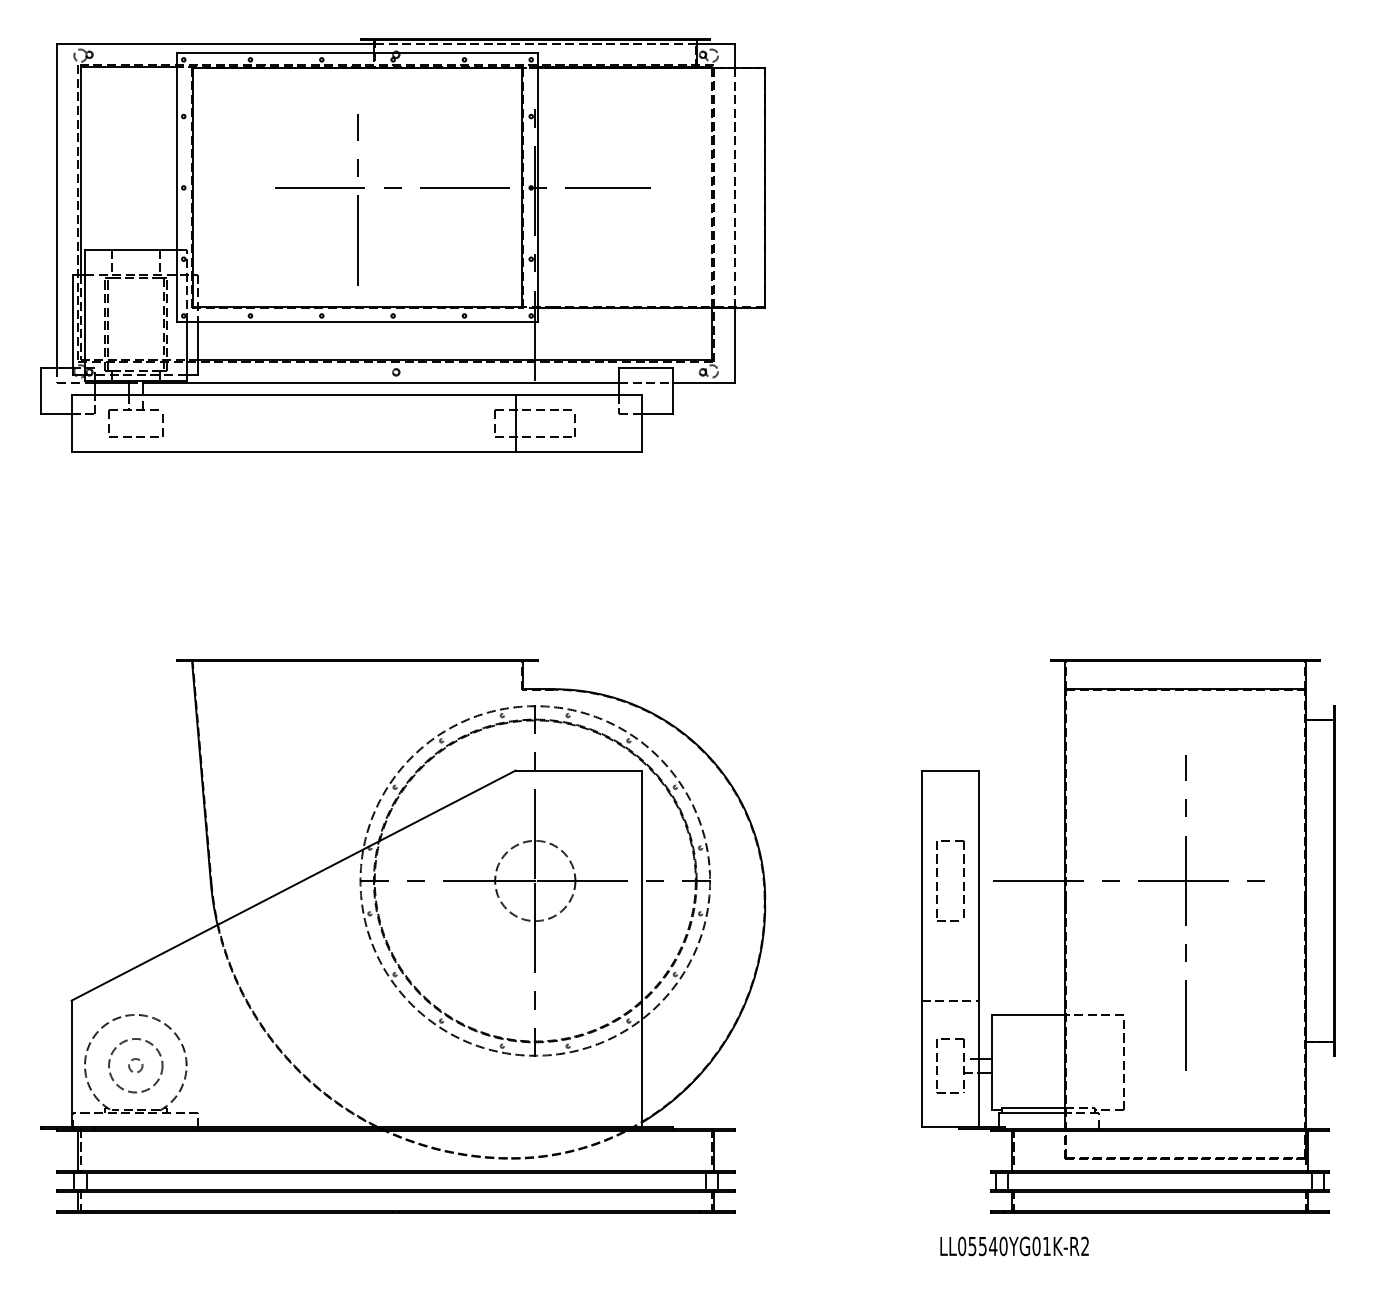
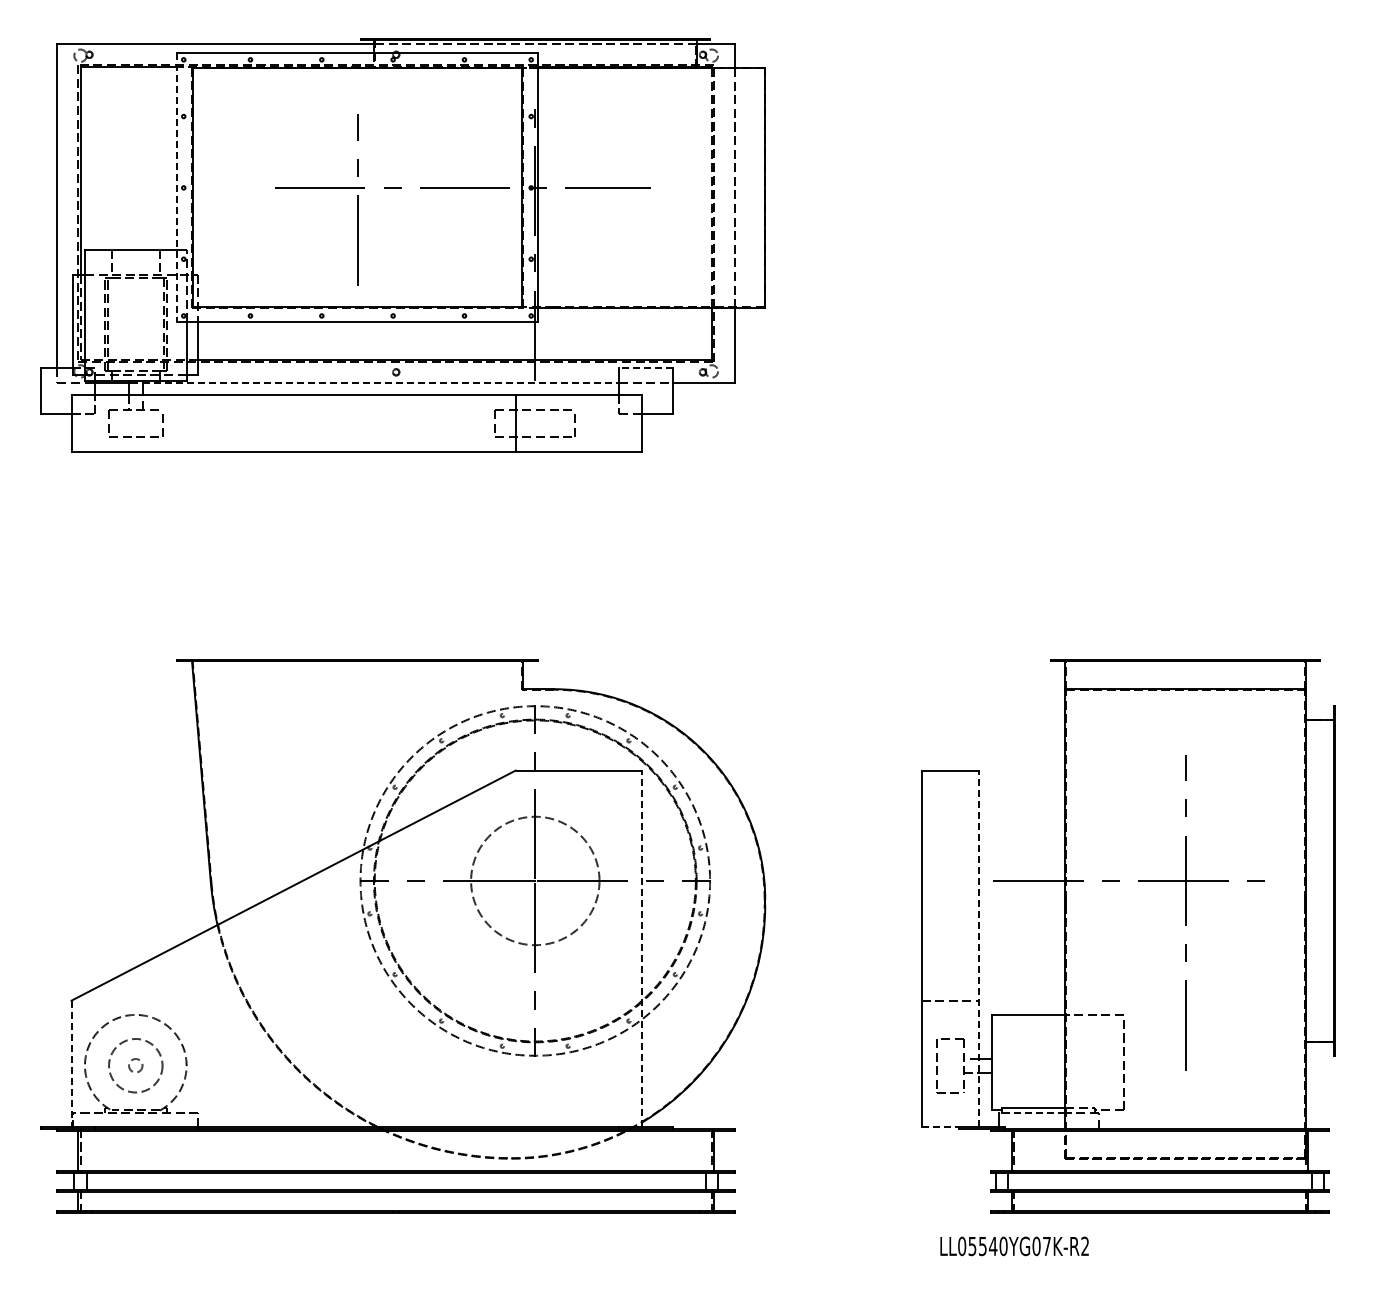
line at (177, 188): solid -> dashed
line at (645, 368): solid -> dashed
line at (381, 383): solid -> dashed
circle at (535, 880) diameter: 80 px -> 128 px
part at (937, 882): present -> none
line at (642, 948): solid -> dashed
line at (978, 948): solid -> dashed
line at (71, 1064): solid -> dashed
line at (1031, 1112): solid -> dashed
line at (940, 1127): solid -> dashed
text at (1046, 1246): LL05540YG01K-R2 -> LL05540YG07K-R2
